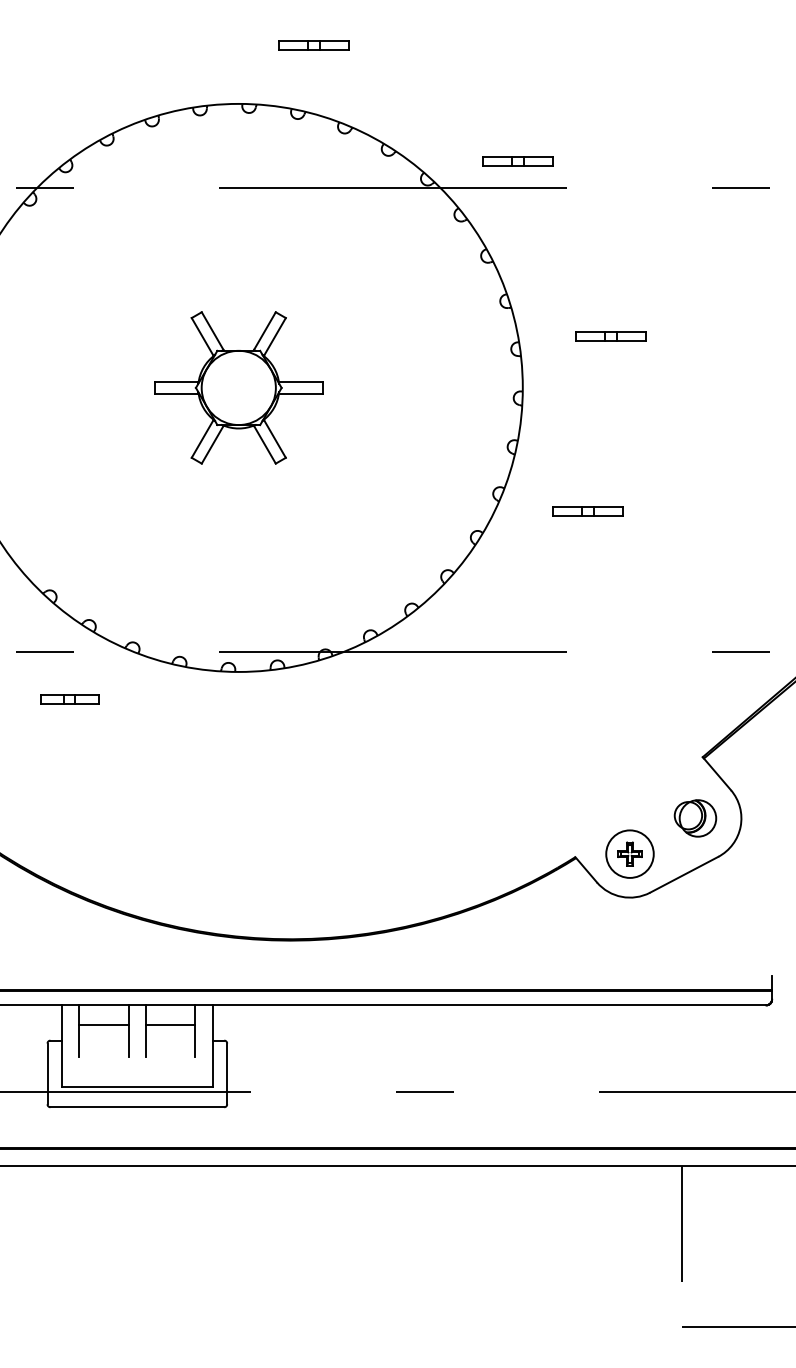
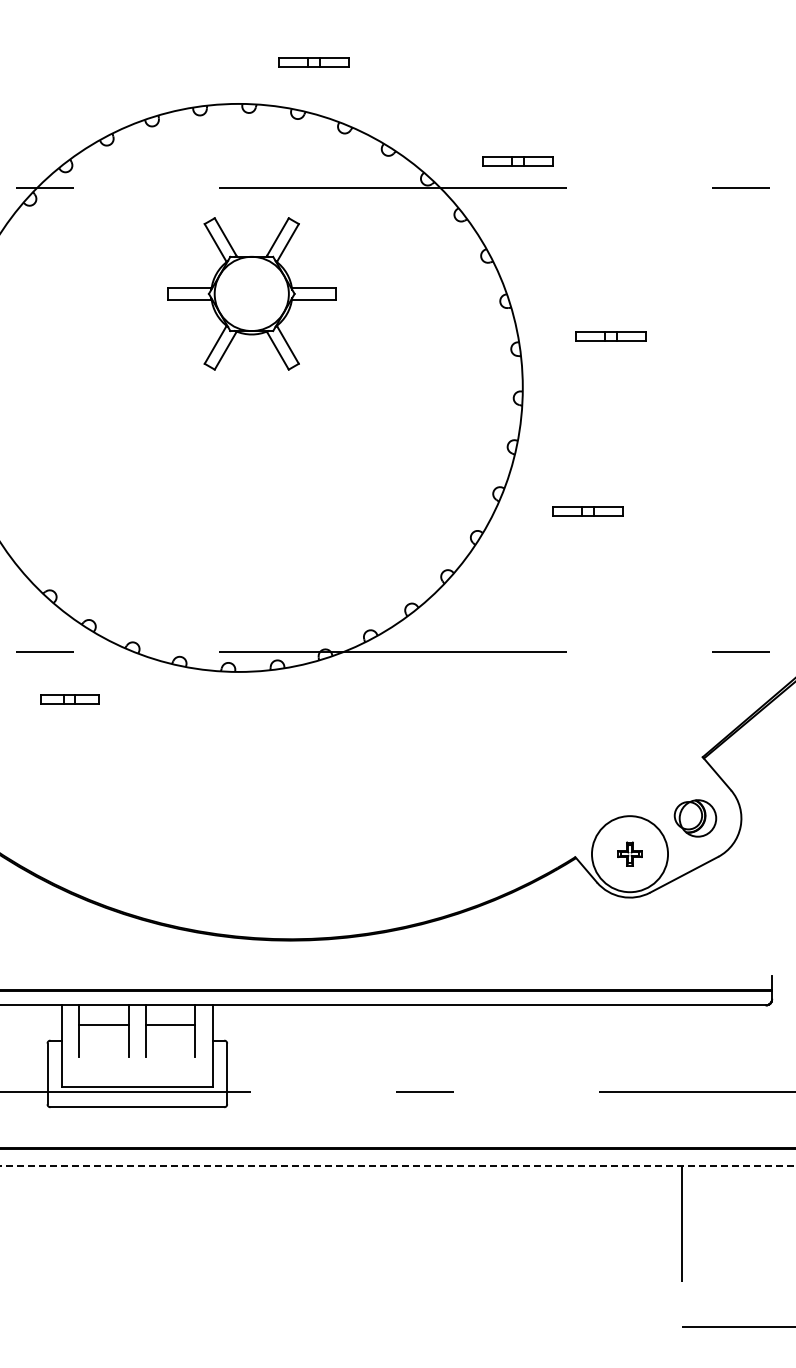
part at (313, 45) position: (313, 45) -> (313, 62)
part at (238, 387) position: (238, 387) -> (251, 293)
circle at (629, 853) diameter: 48 px -> 76 px
line at (398, 1166): solid -> dashed
